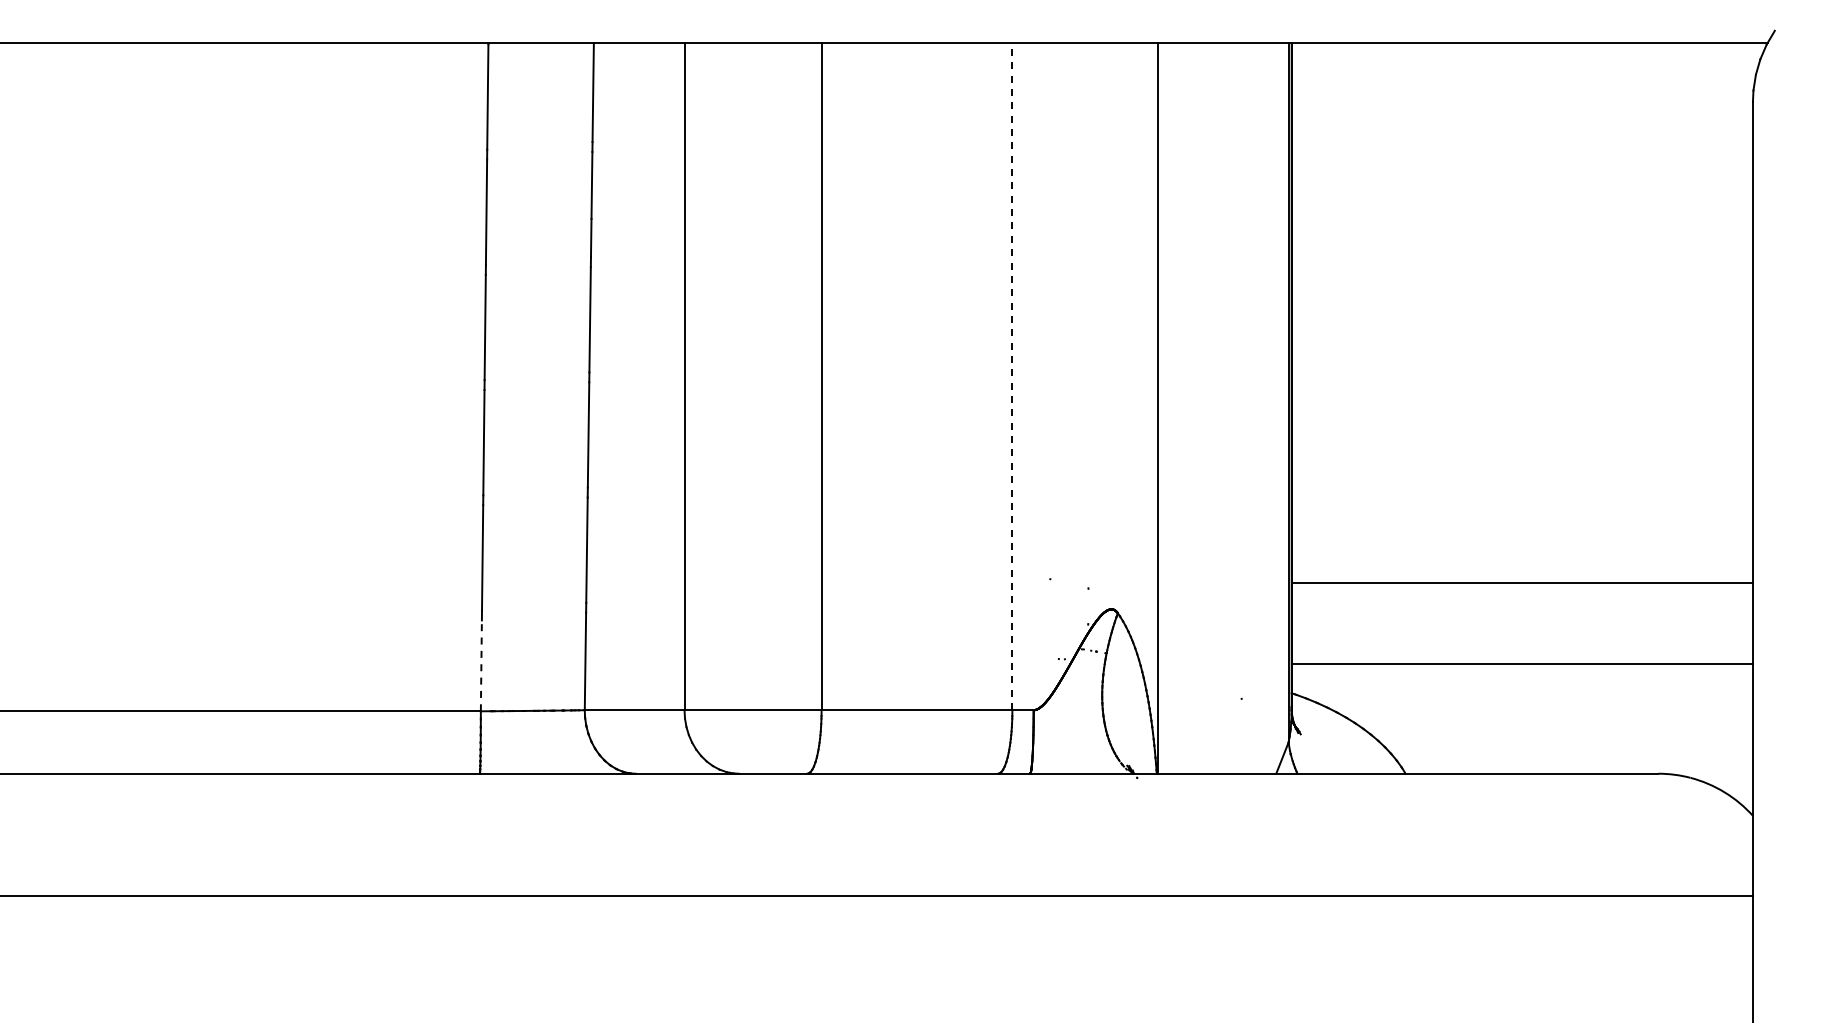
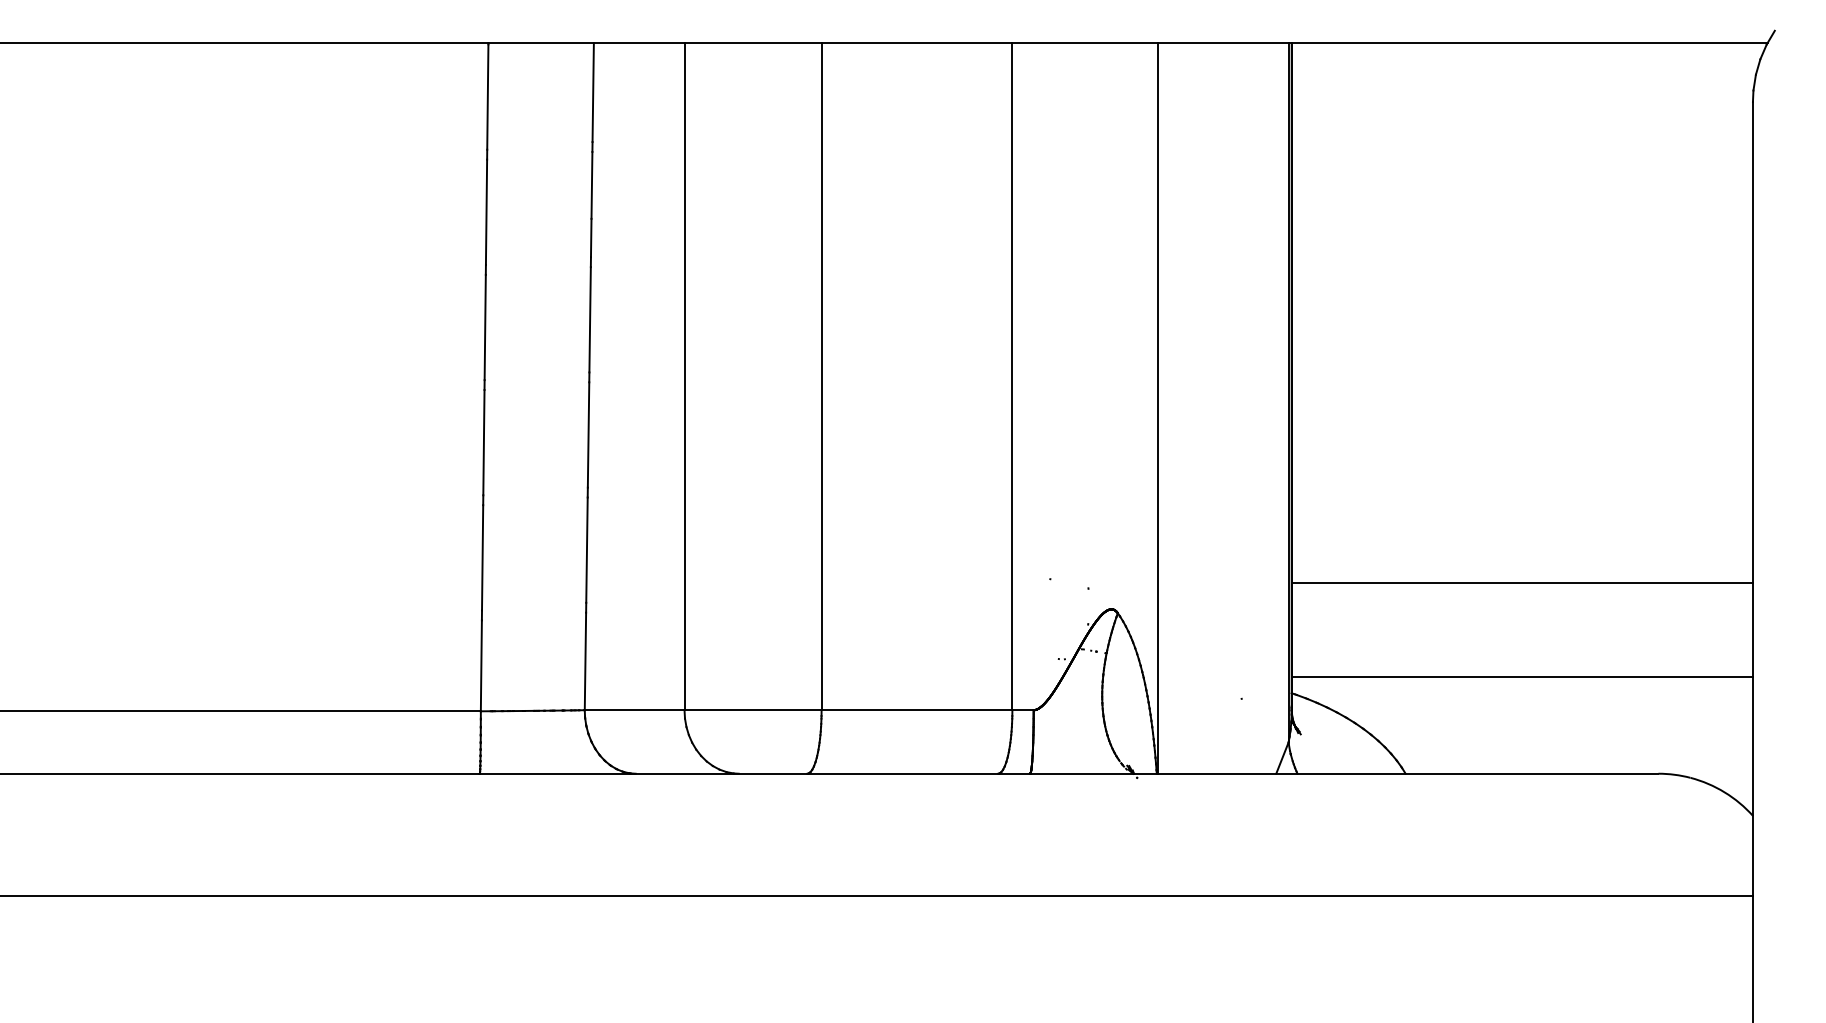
line at (1012, 376): dashed -> solid
line at (1521, 663) position: (1521, 663) -> (1521, 676)
line at (481, 665): dashed -> solid
